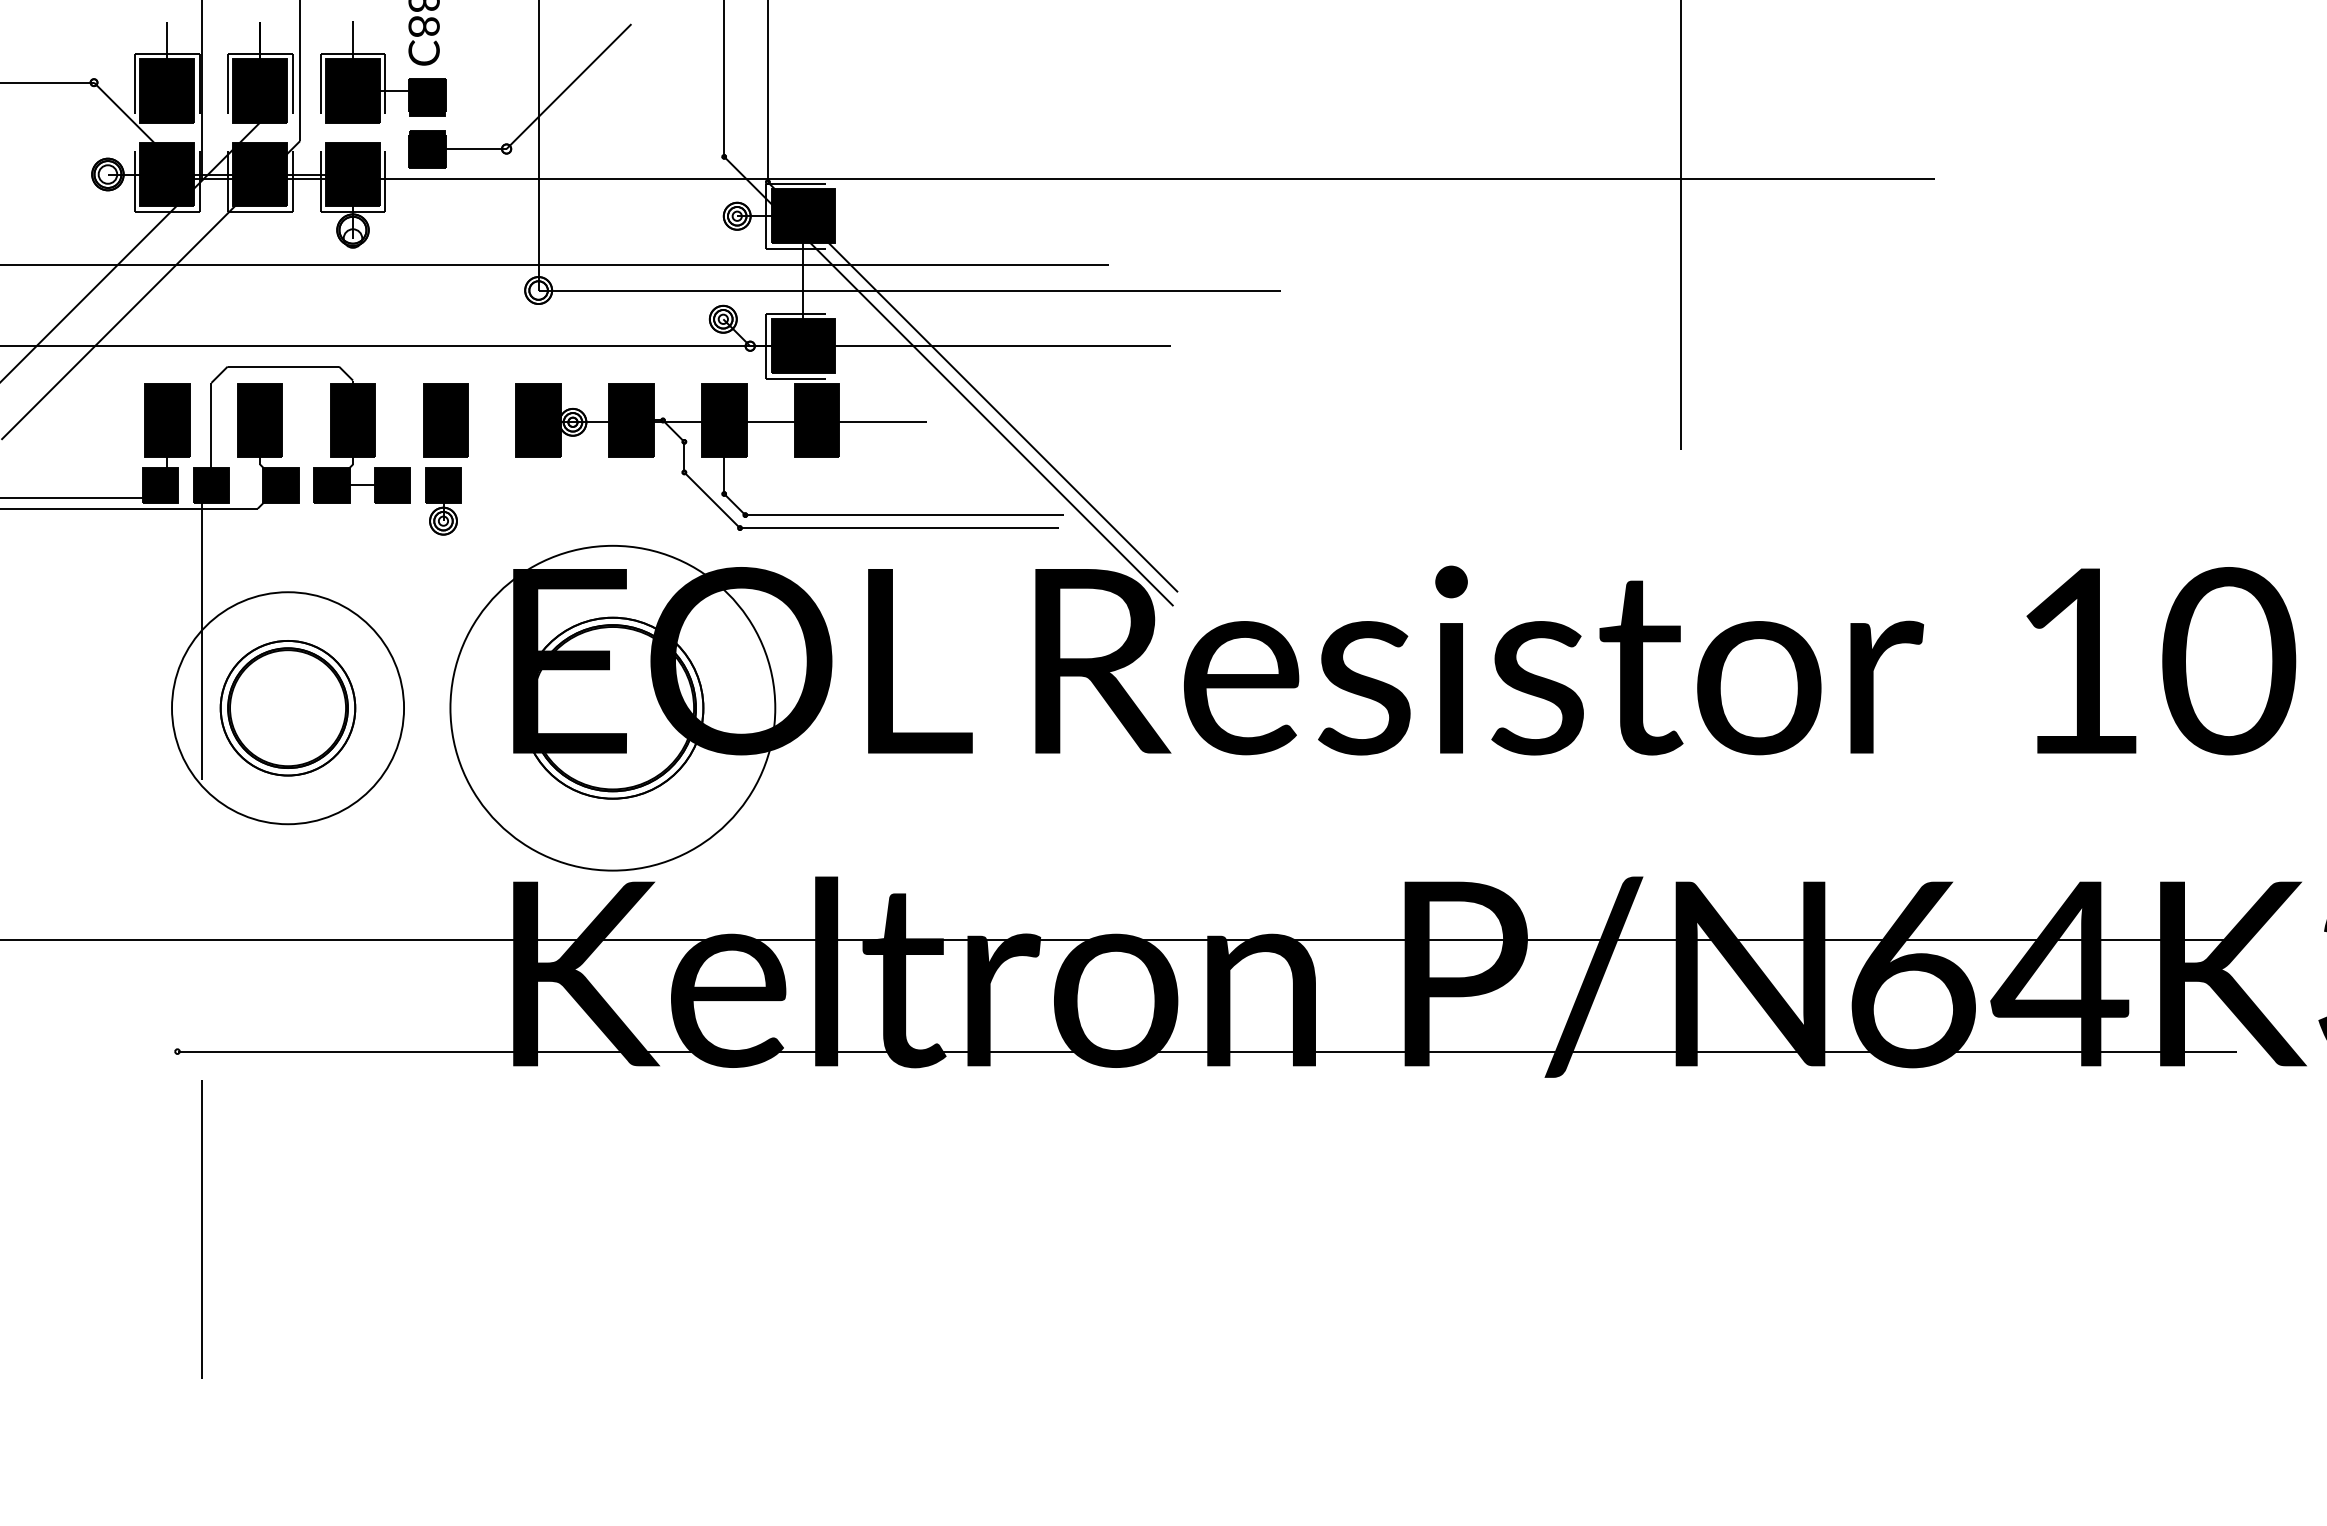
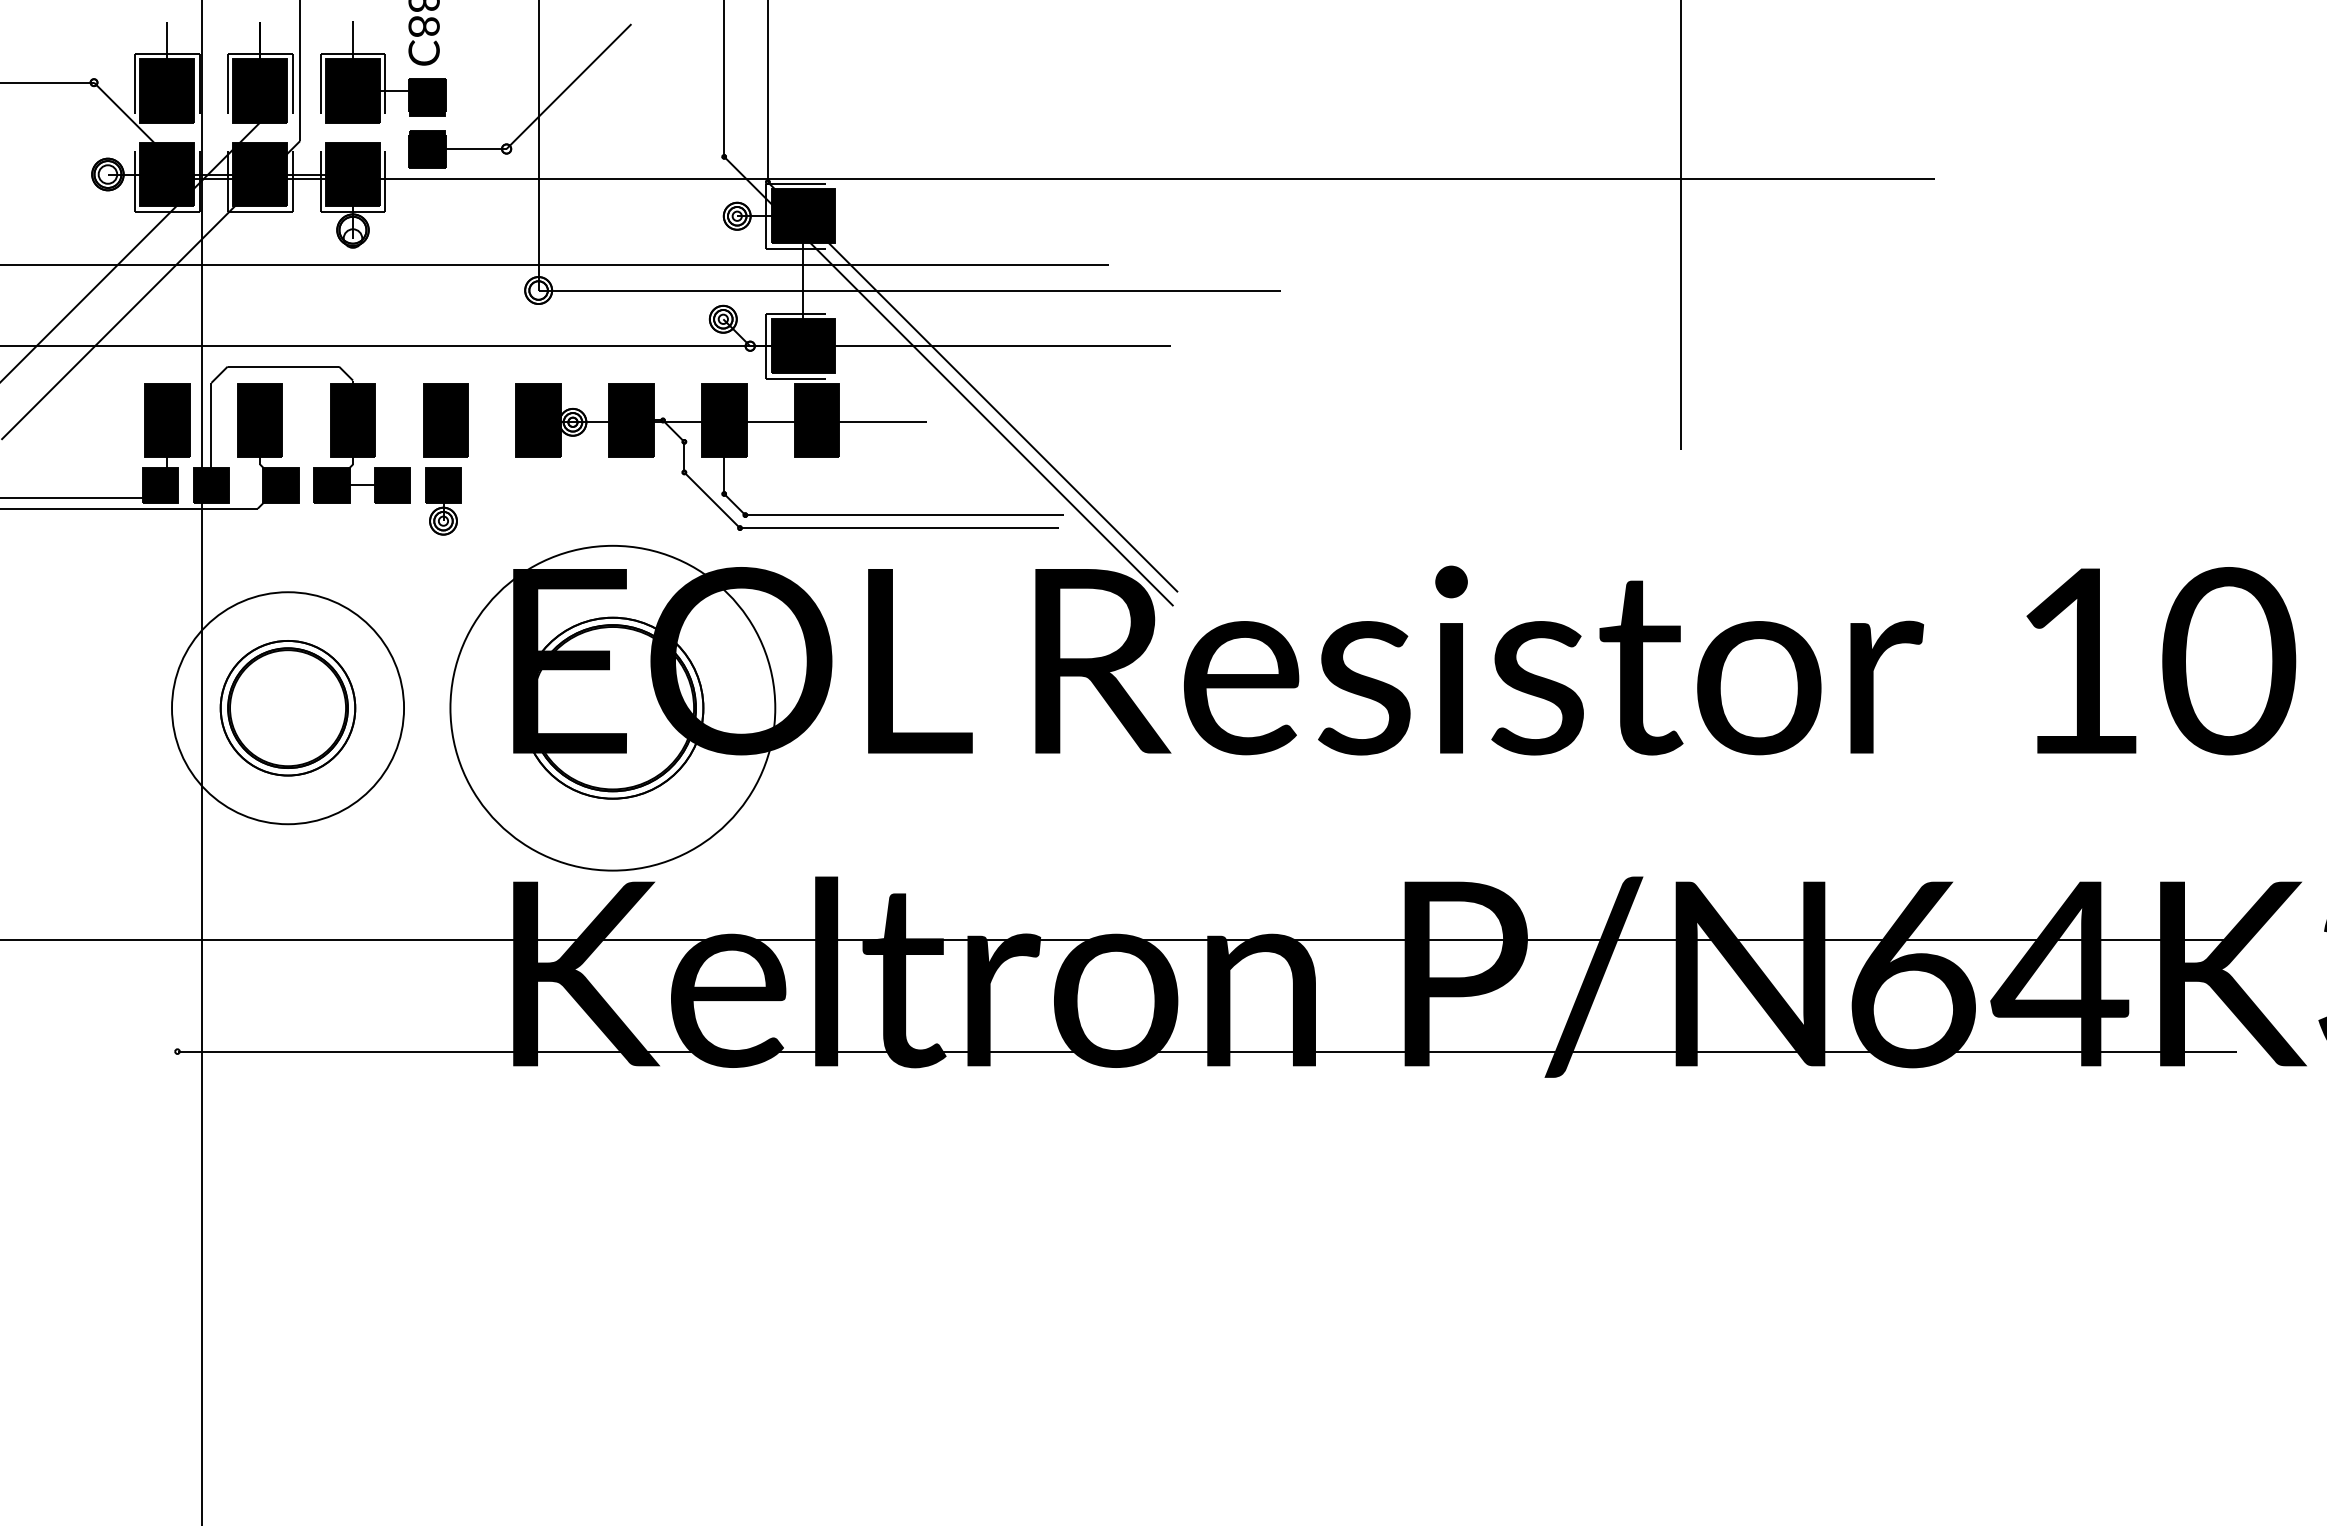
line at (201, 763): dashed -> solid
